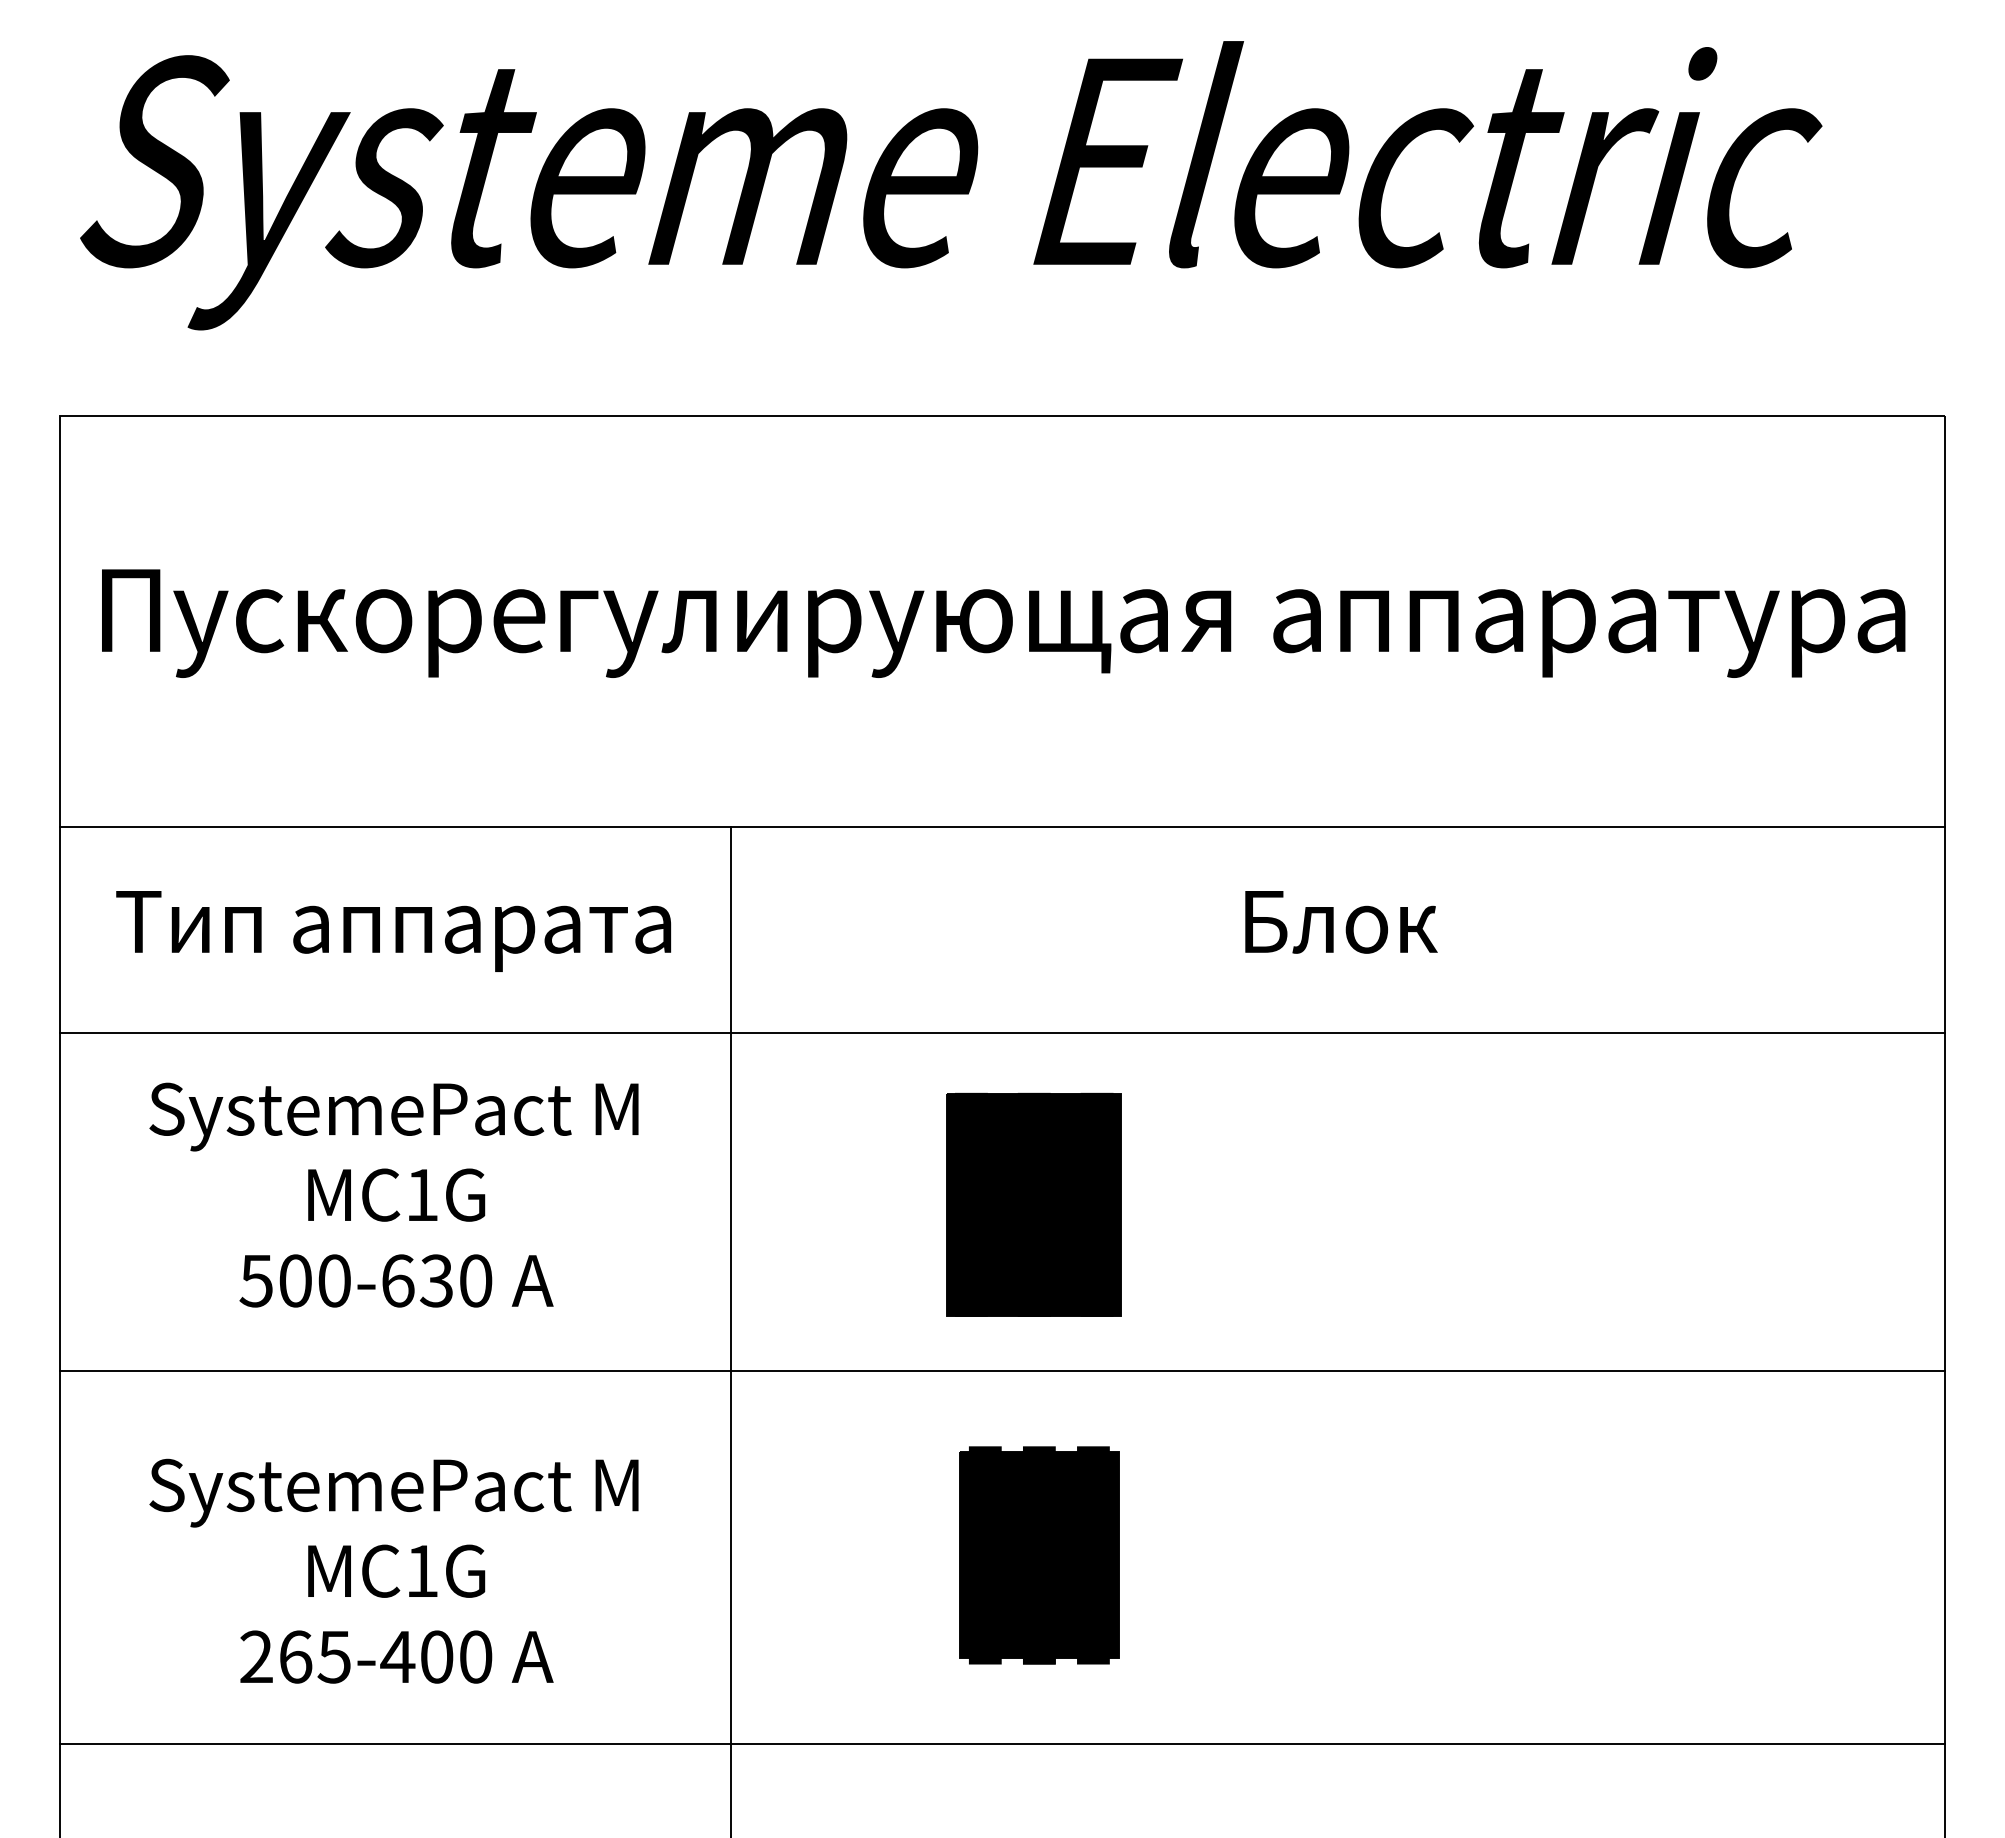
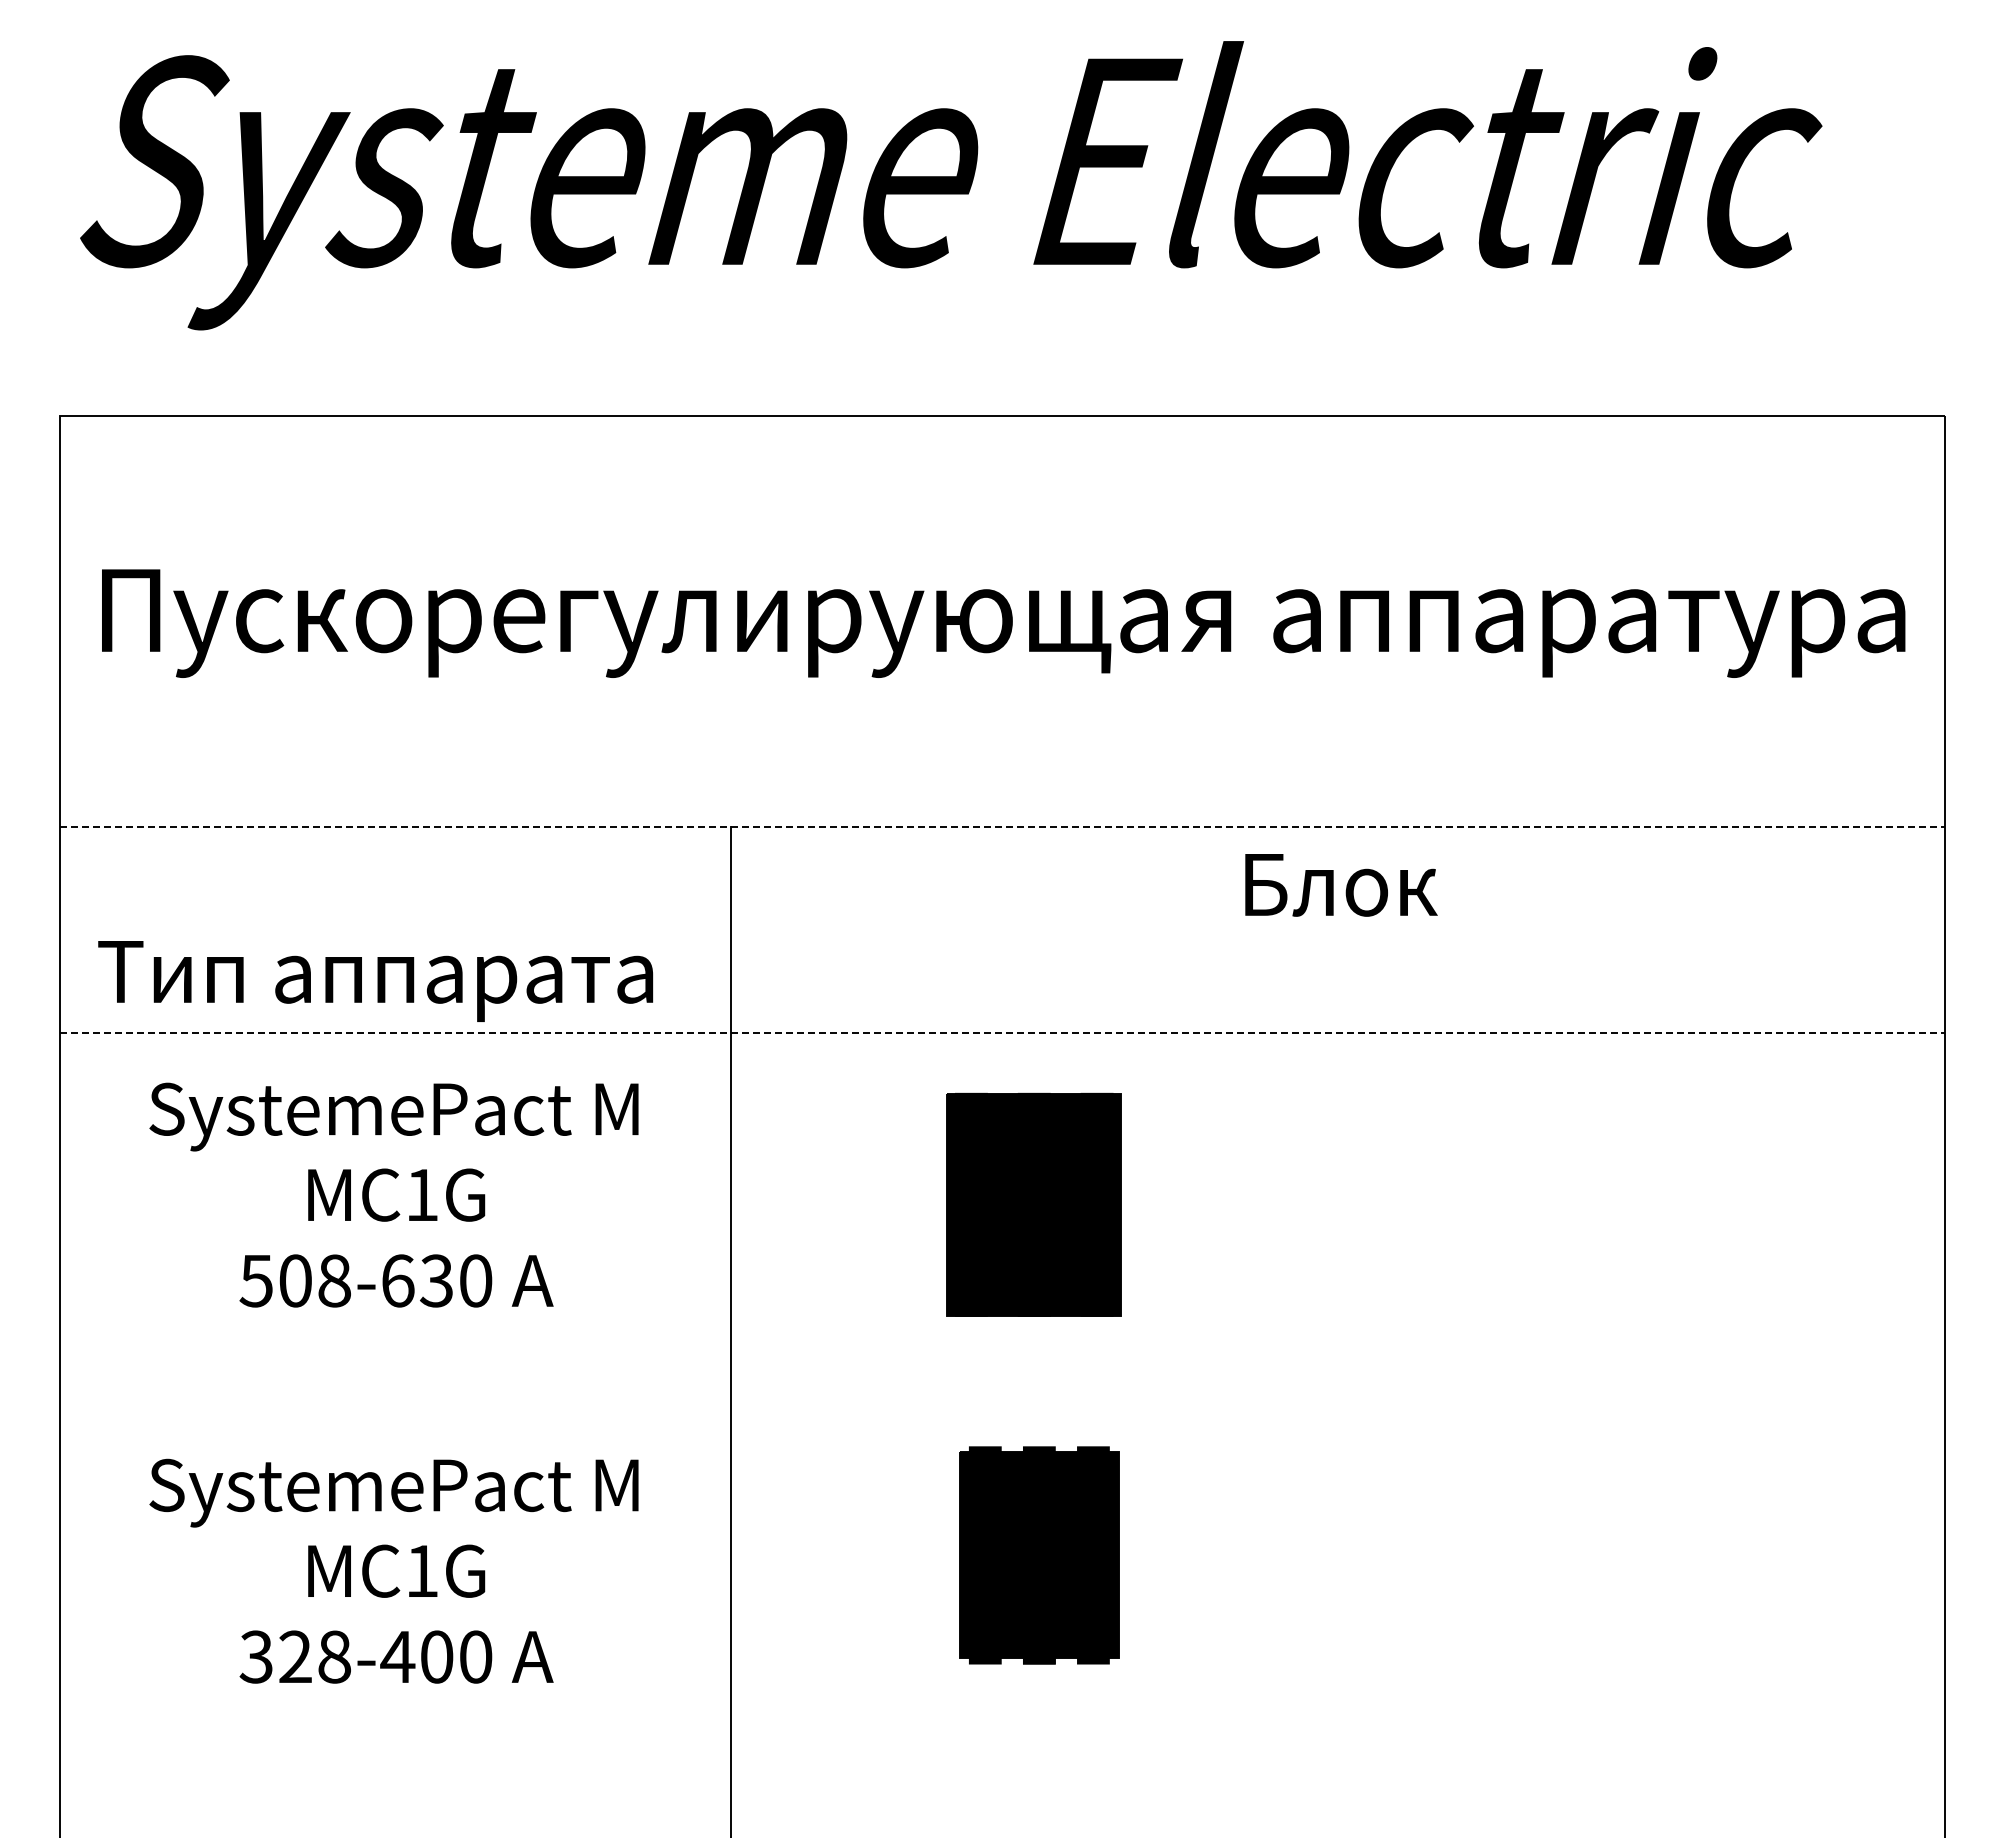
line at (1002, 826): solid -> dashed
text at (1341, 922) position: (1341, 922) -> (1341, 885)
text at (393, 931) position: (393, 931) -> (375, 981)
line at (1002, 1032): solid -> dashed
text at (334, 1280): 500 -> 508
line at (1002, 1370): present -> none
text at (294, 1656): 265 -> 328
line at (1002, 1743): present -> none
